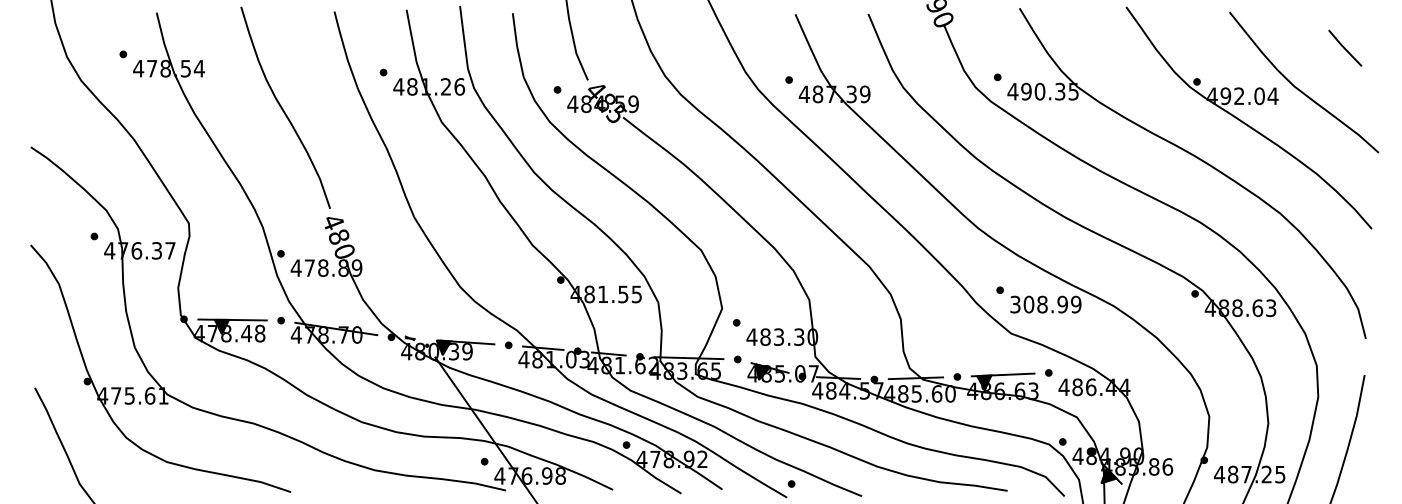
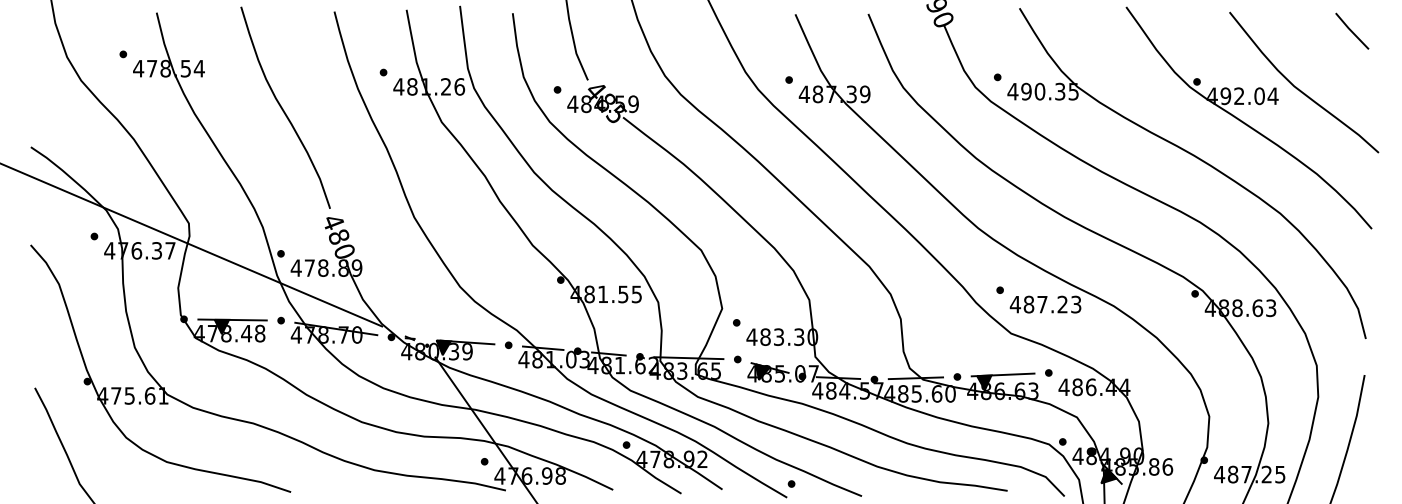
line at (1345, 47) position: (1345, 47) -> (1352, 30)
line at (192, 245): none -> present
text at (1045, 304): 308.99 -> 487.23
